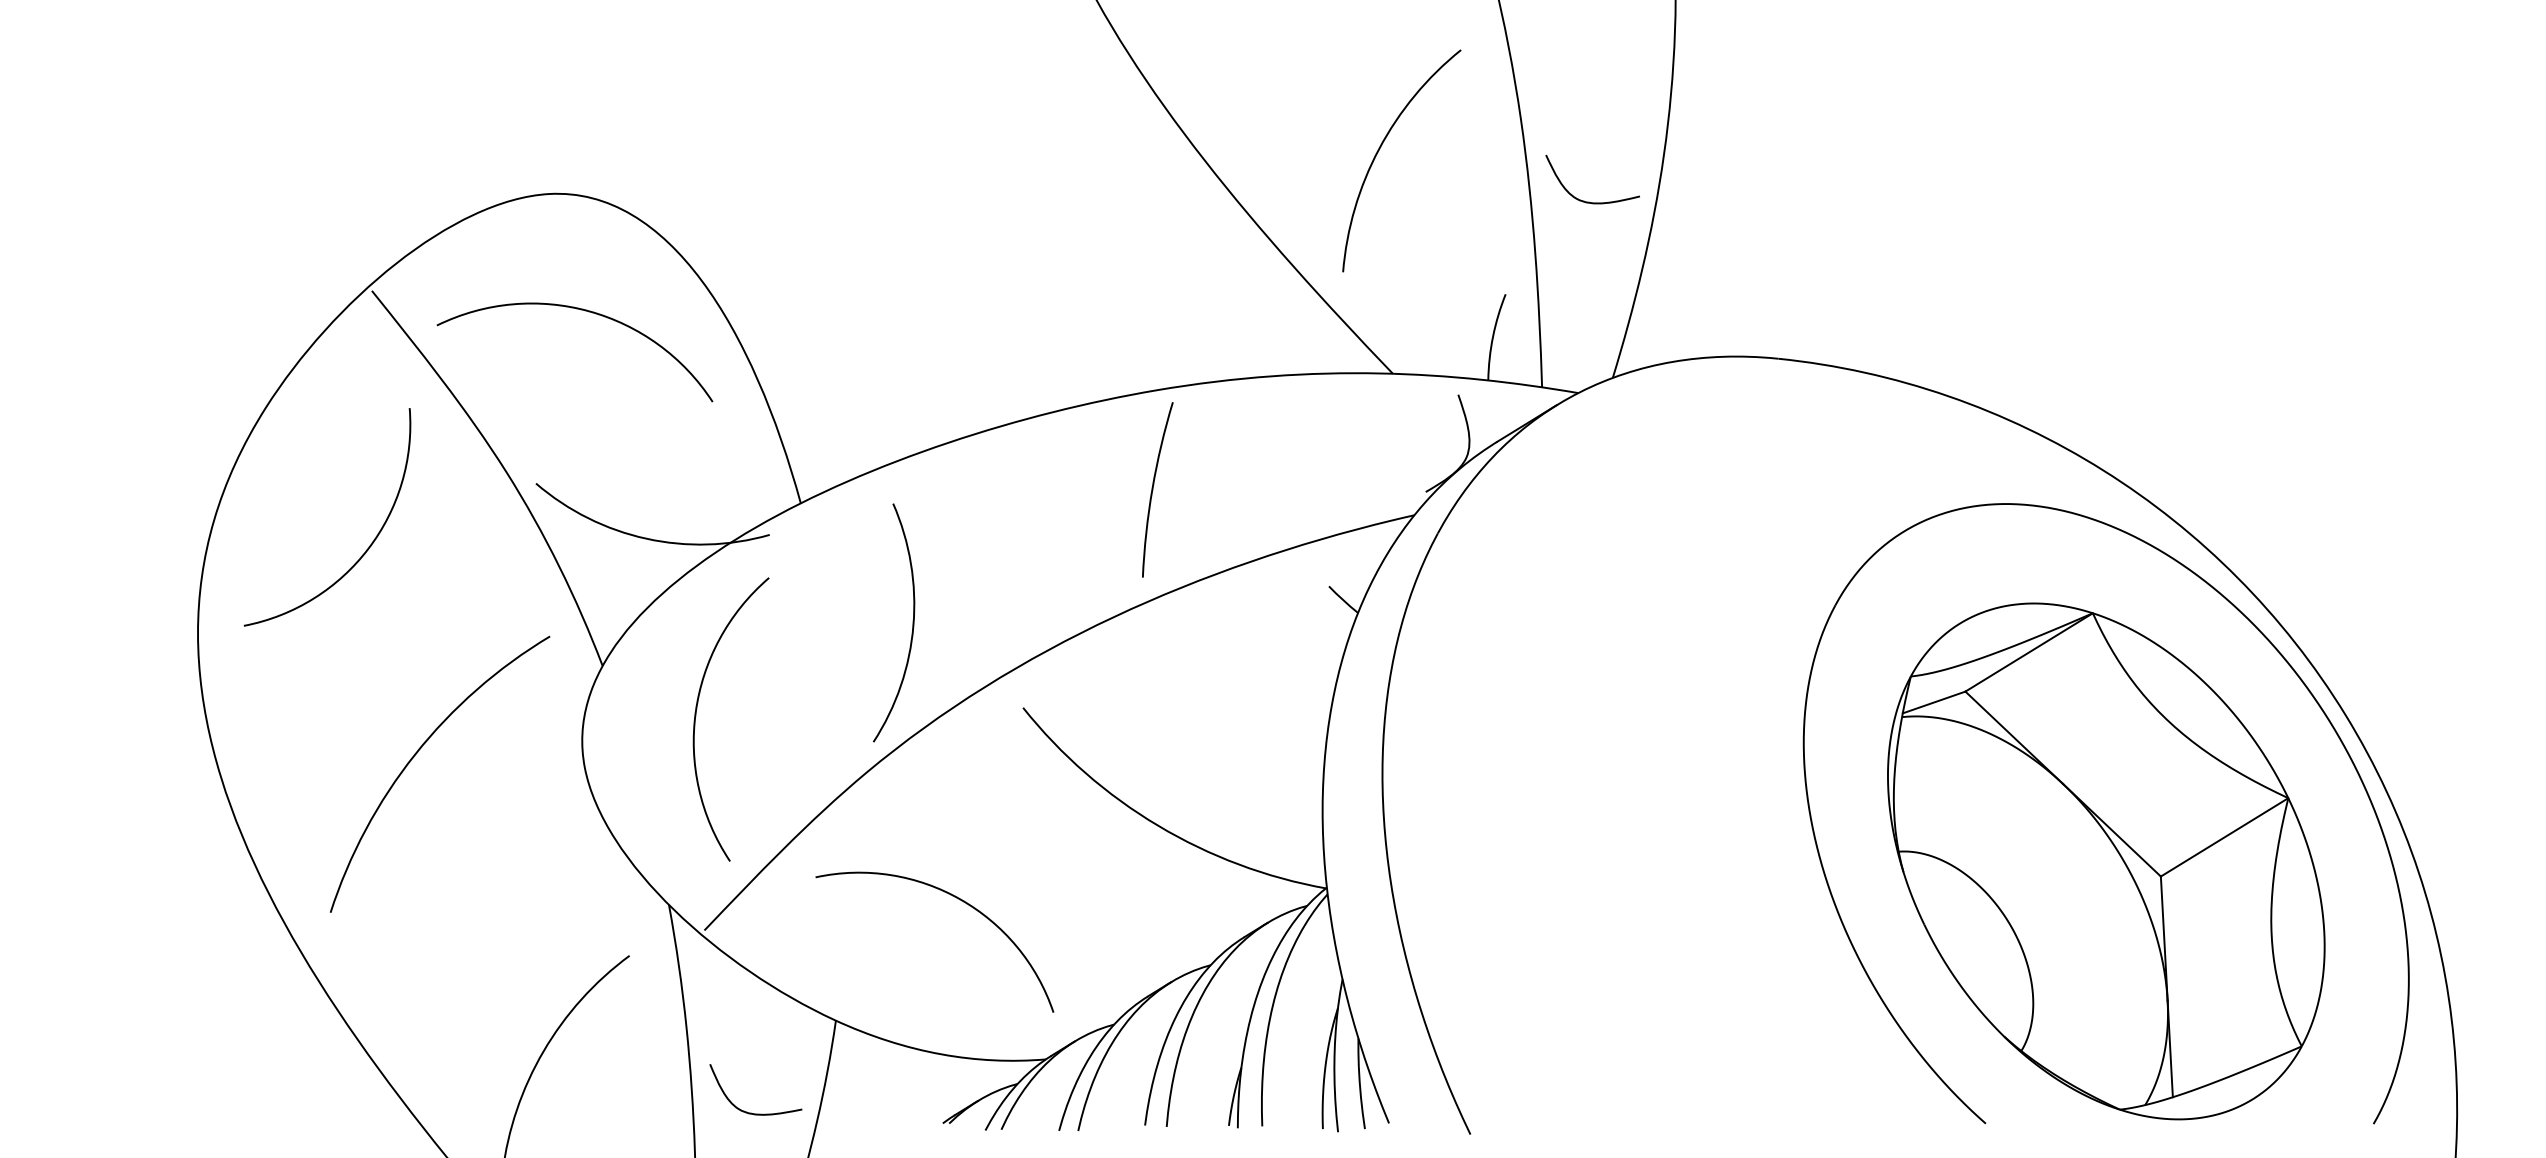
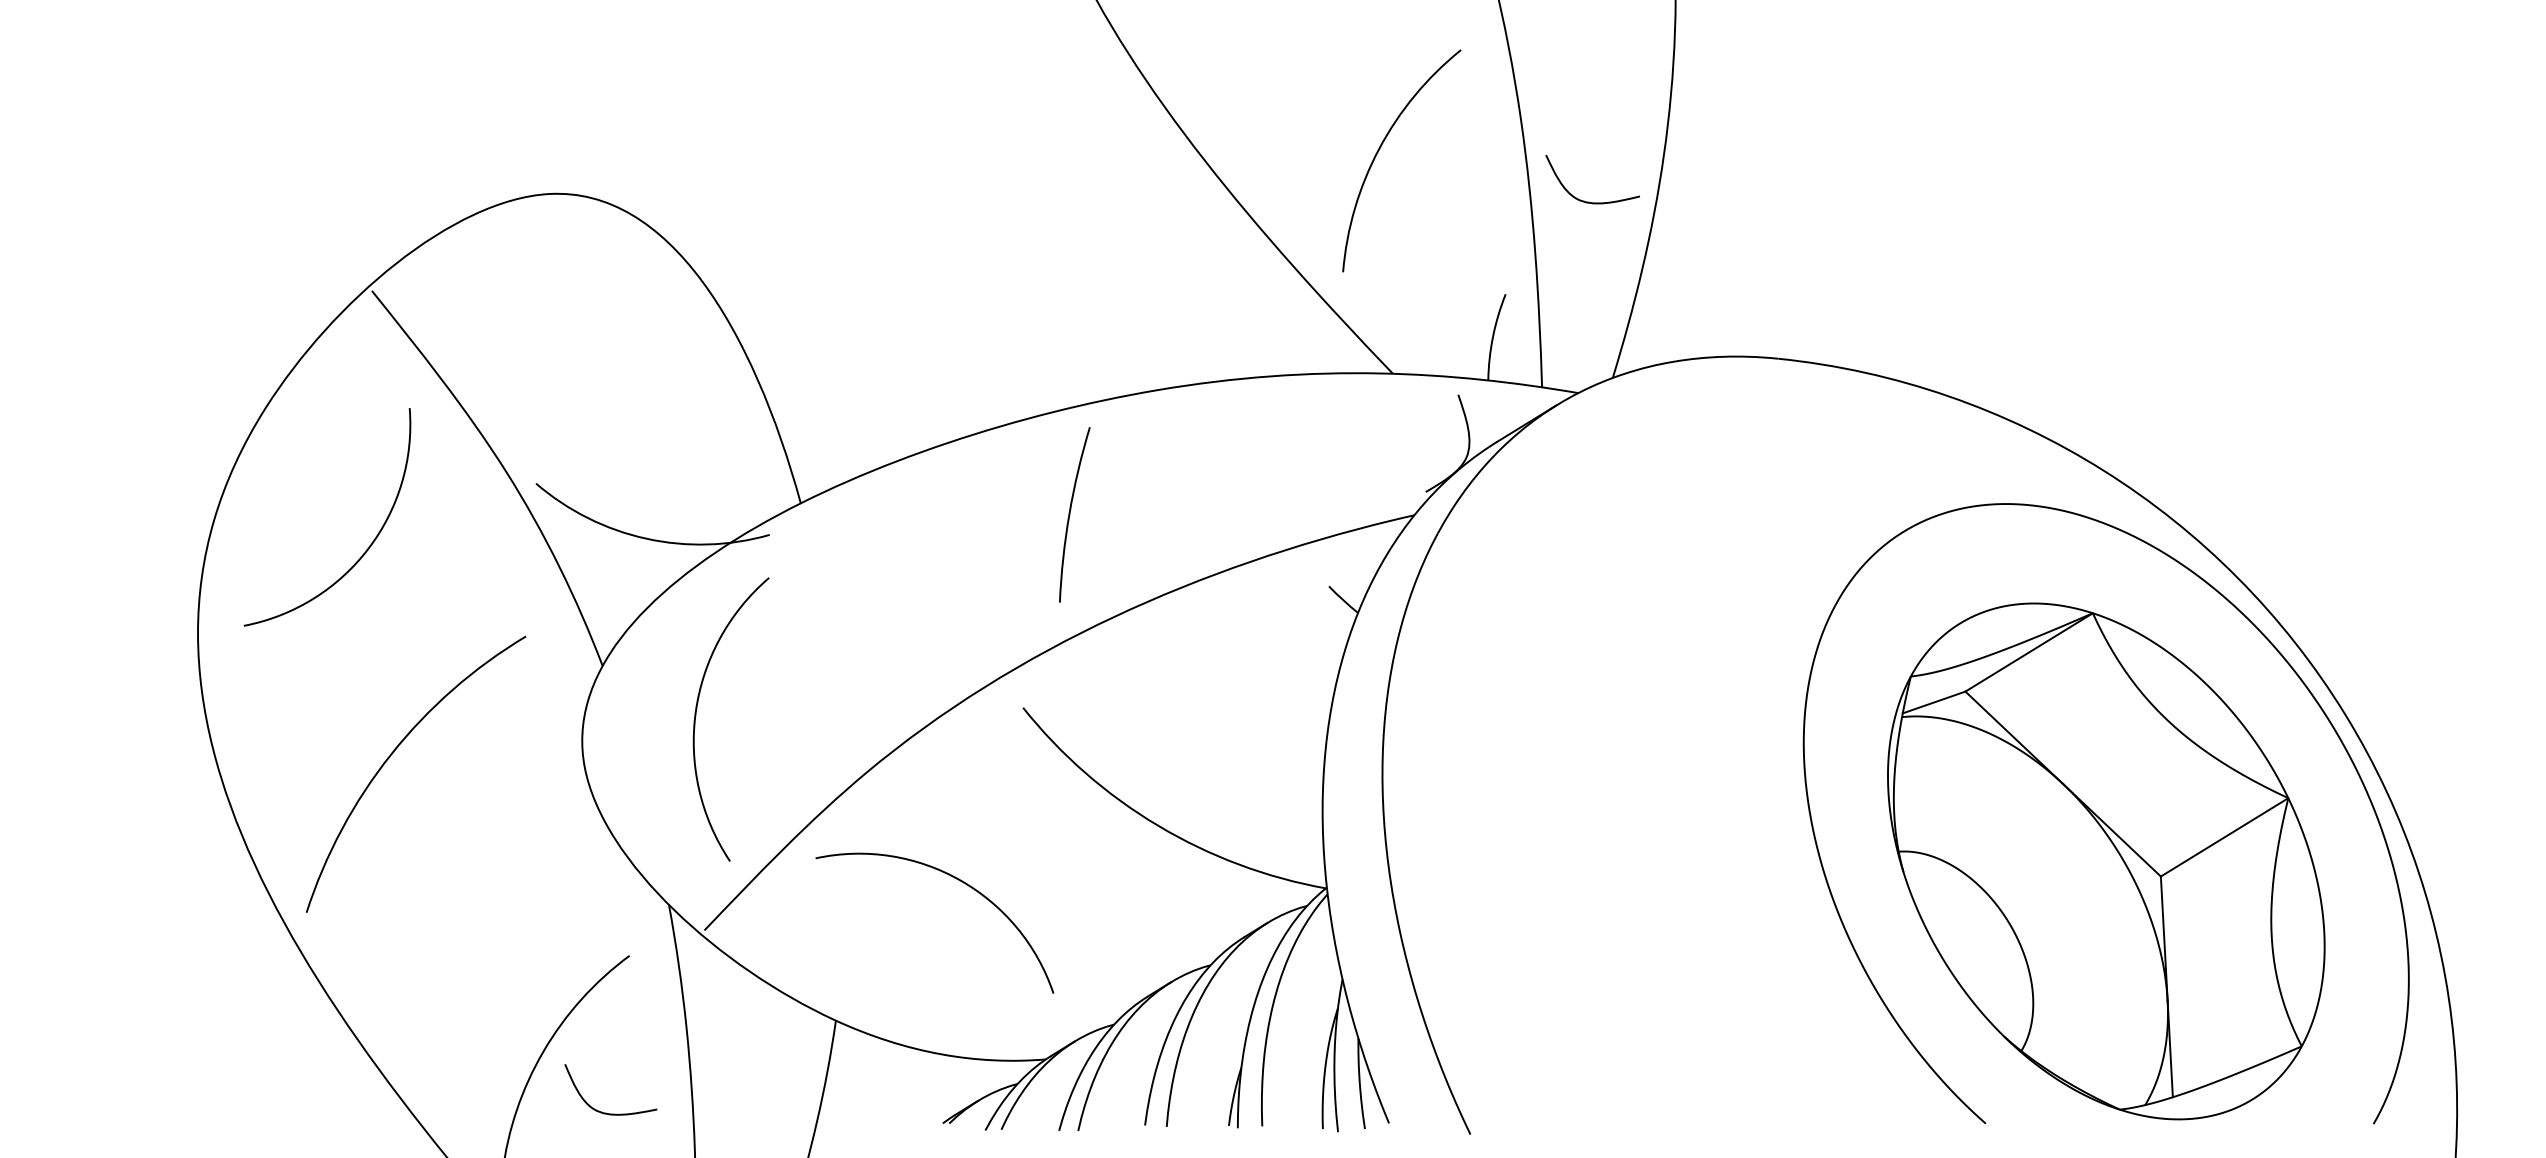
arc at (588, 312): present -> none
arc at (1153, 489) position: (1153, 489) -> (1070, 514)
arc at (912, 622): present -> none
arc at (414, 757) position: (414, 757) -> (390, 757)
arc at (961, 901) position: (961, 901) -> (961, 882)
curve at (751, 1112) position: (751, 1112) -> (606, 1112)
